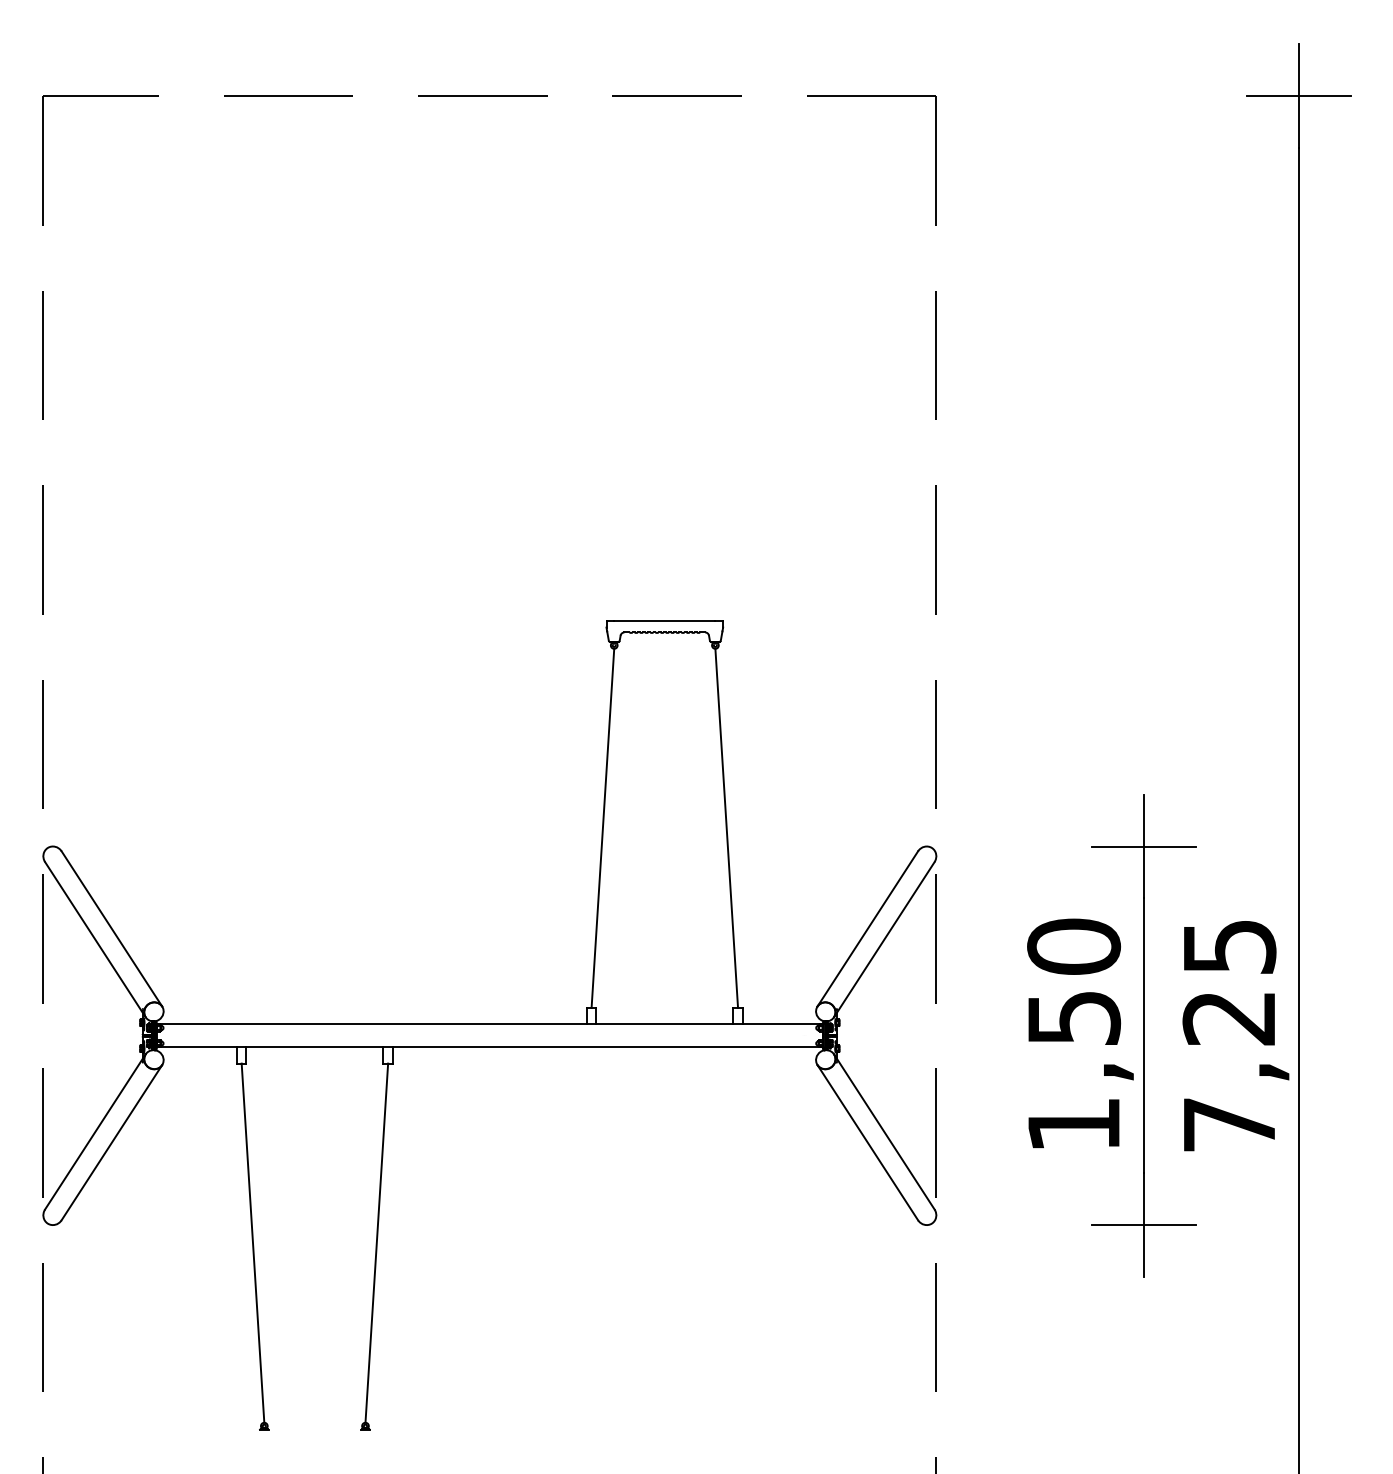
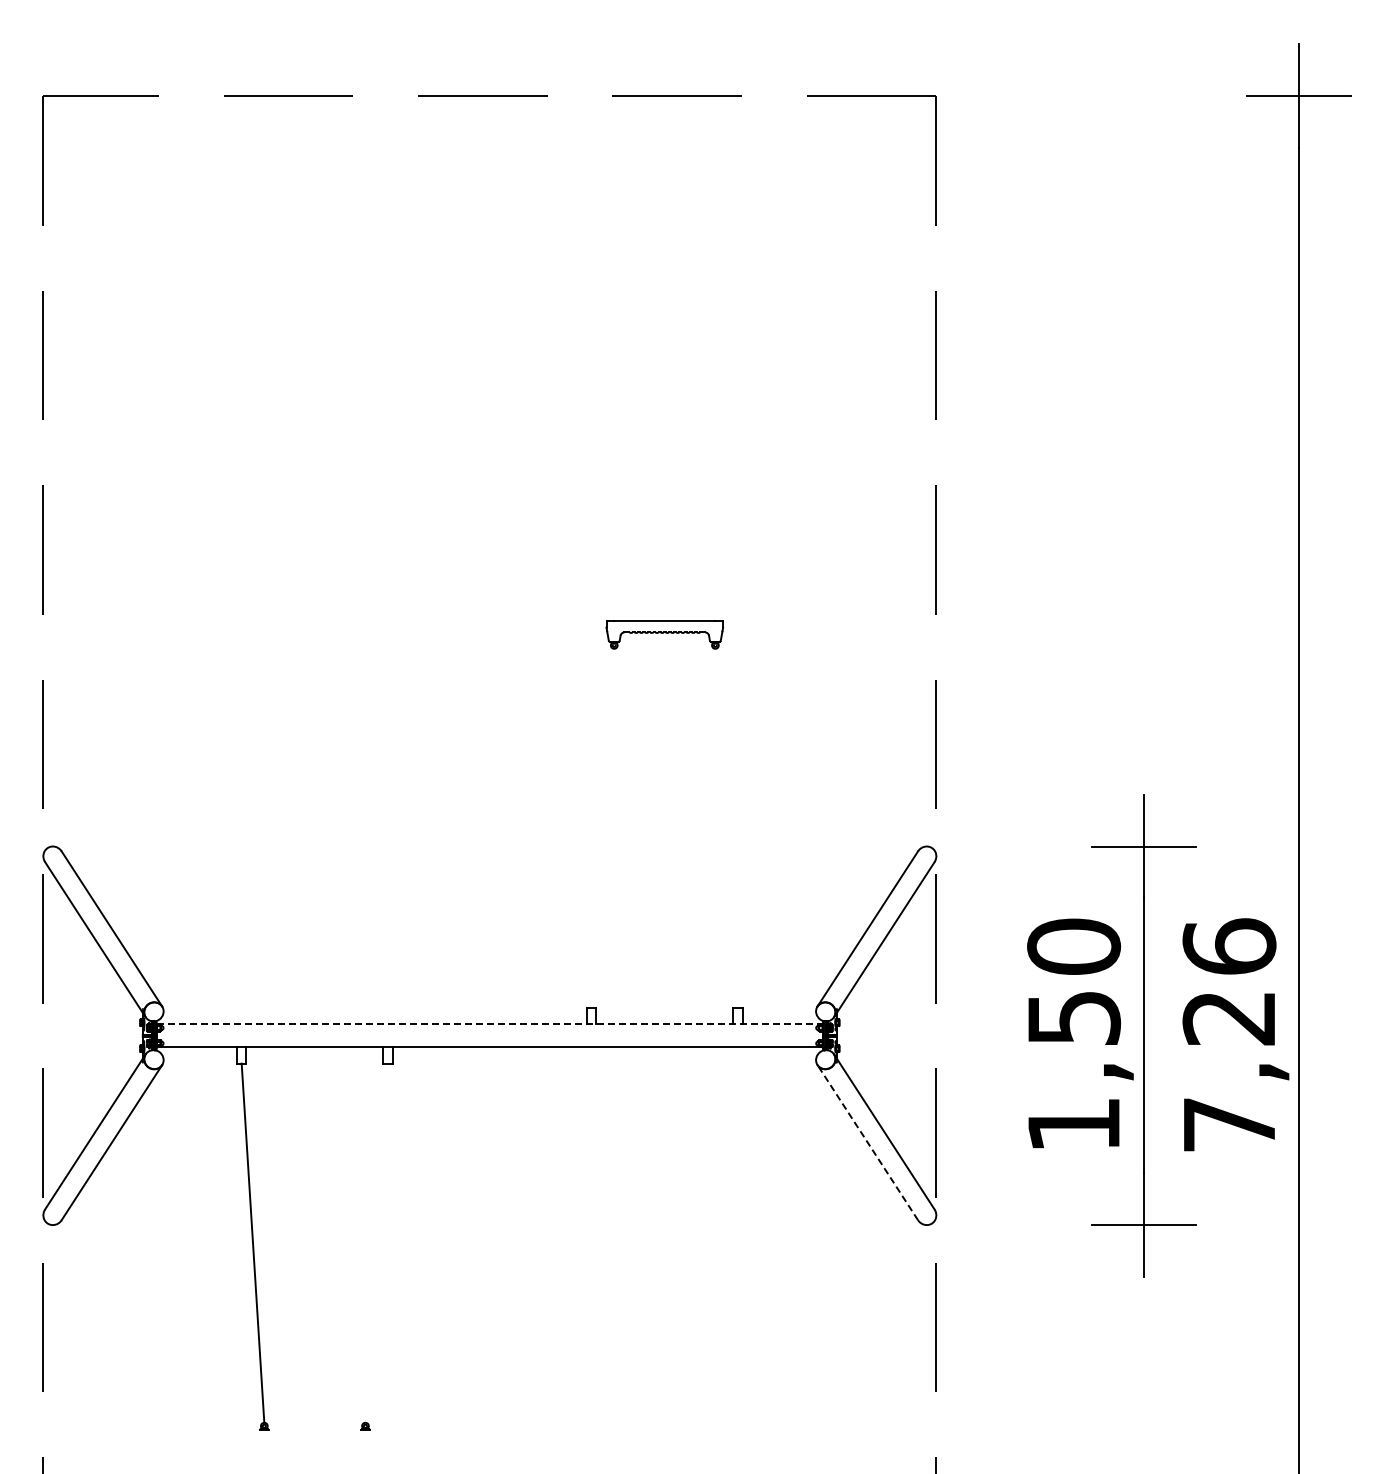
line at (602, 828): present -> none
line at (726, 828): present -> none
text at (1229, 946): 7,25 -> 7,26
line at (490, 1024): solid -> dashed
line at (867, 1142): solid -> dashed
line at (376, 1242): present -> none
